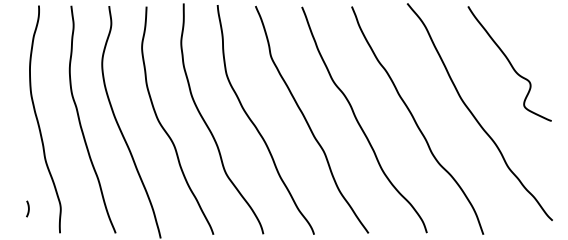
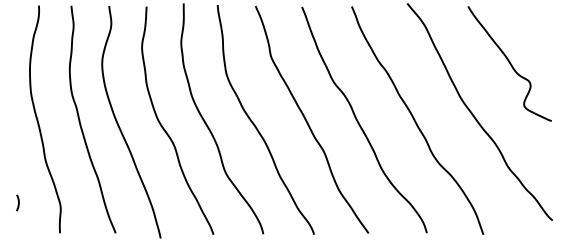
curve at (28, 208) position: (28, 208) -> (18, 202)
